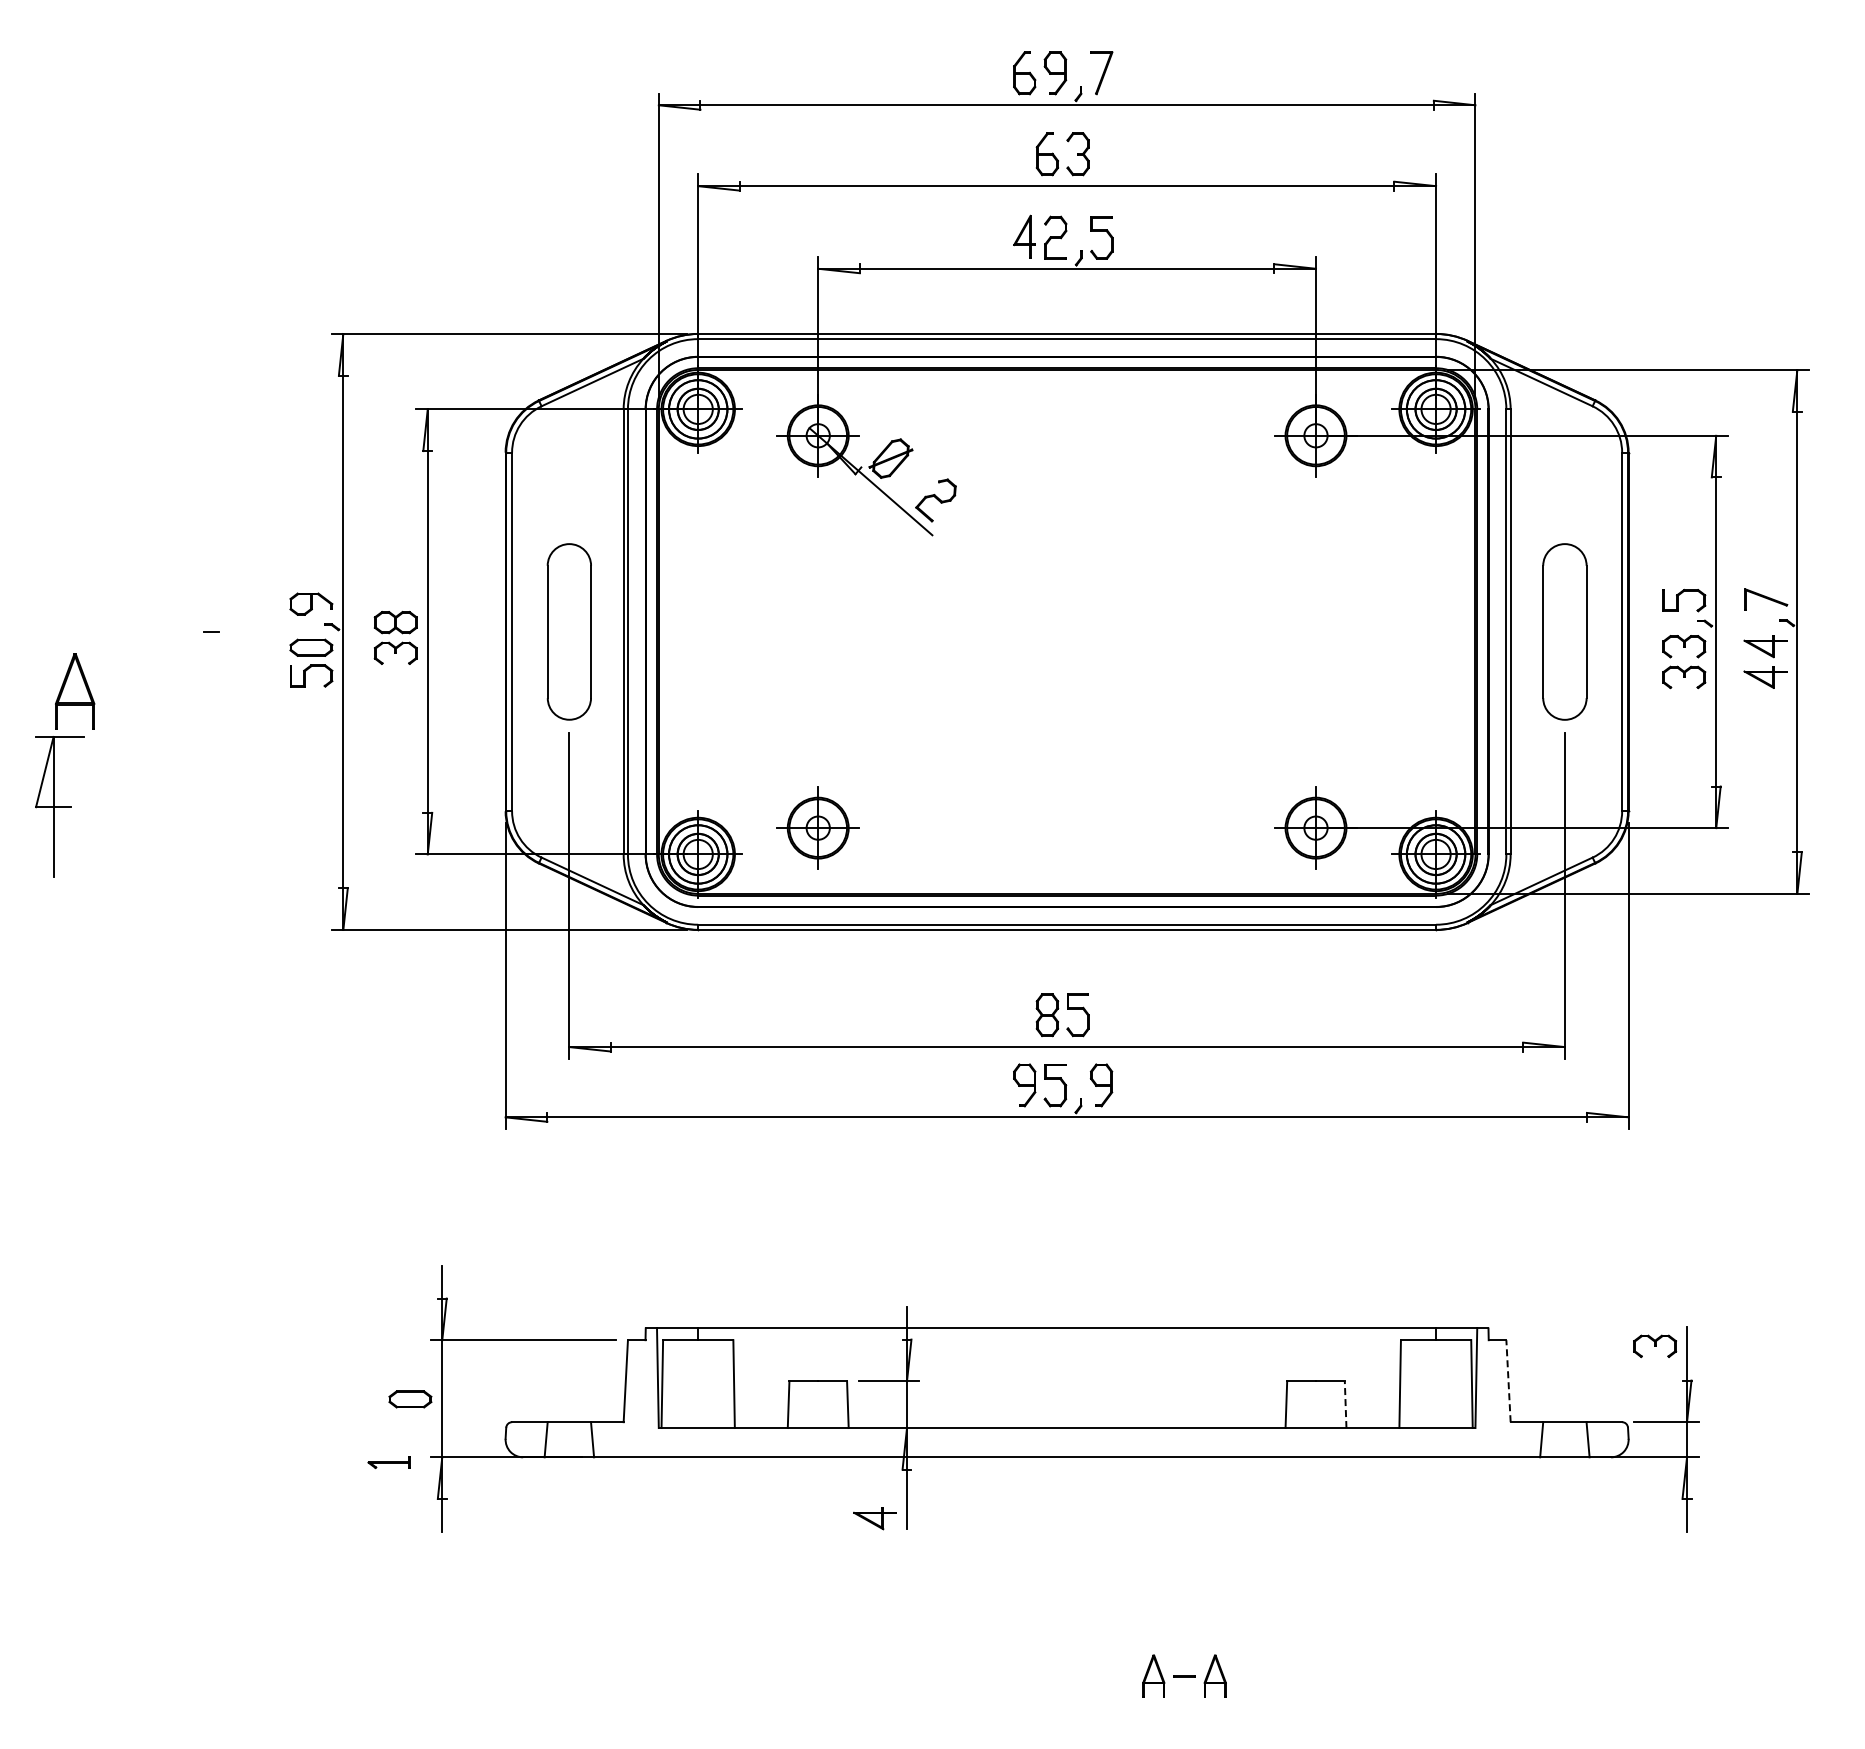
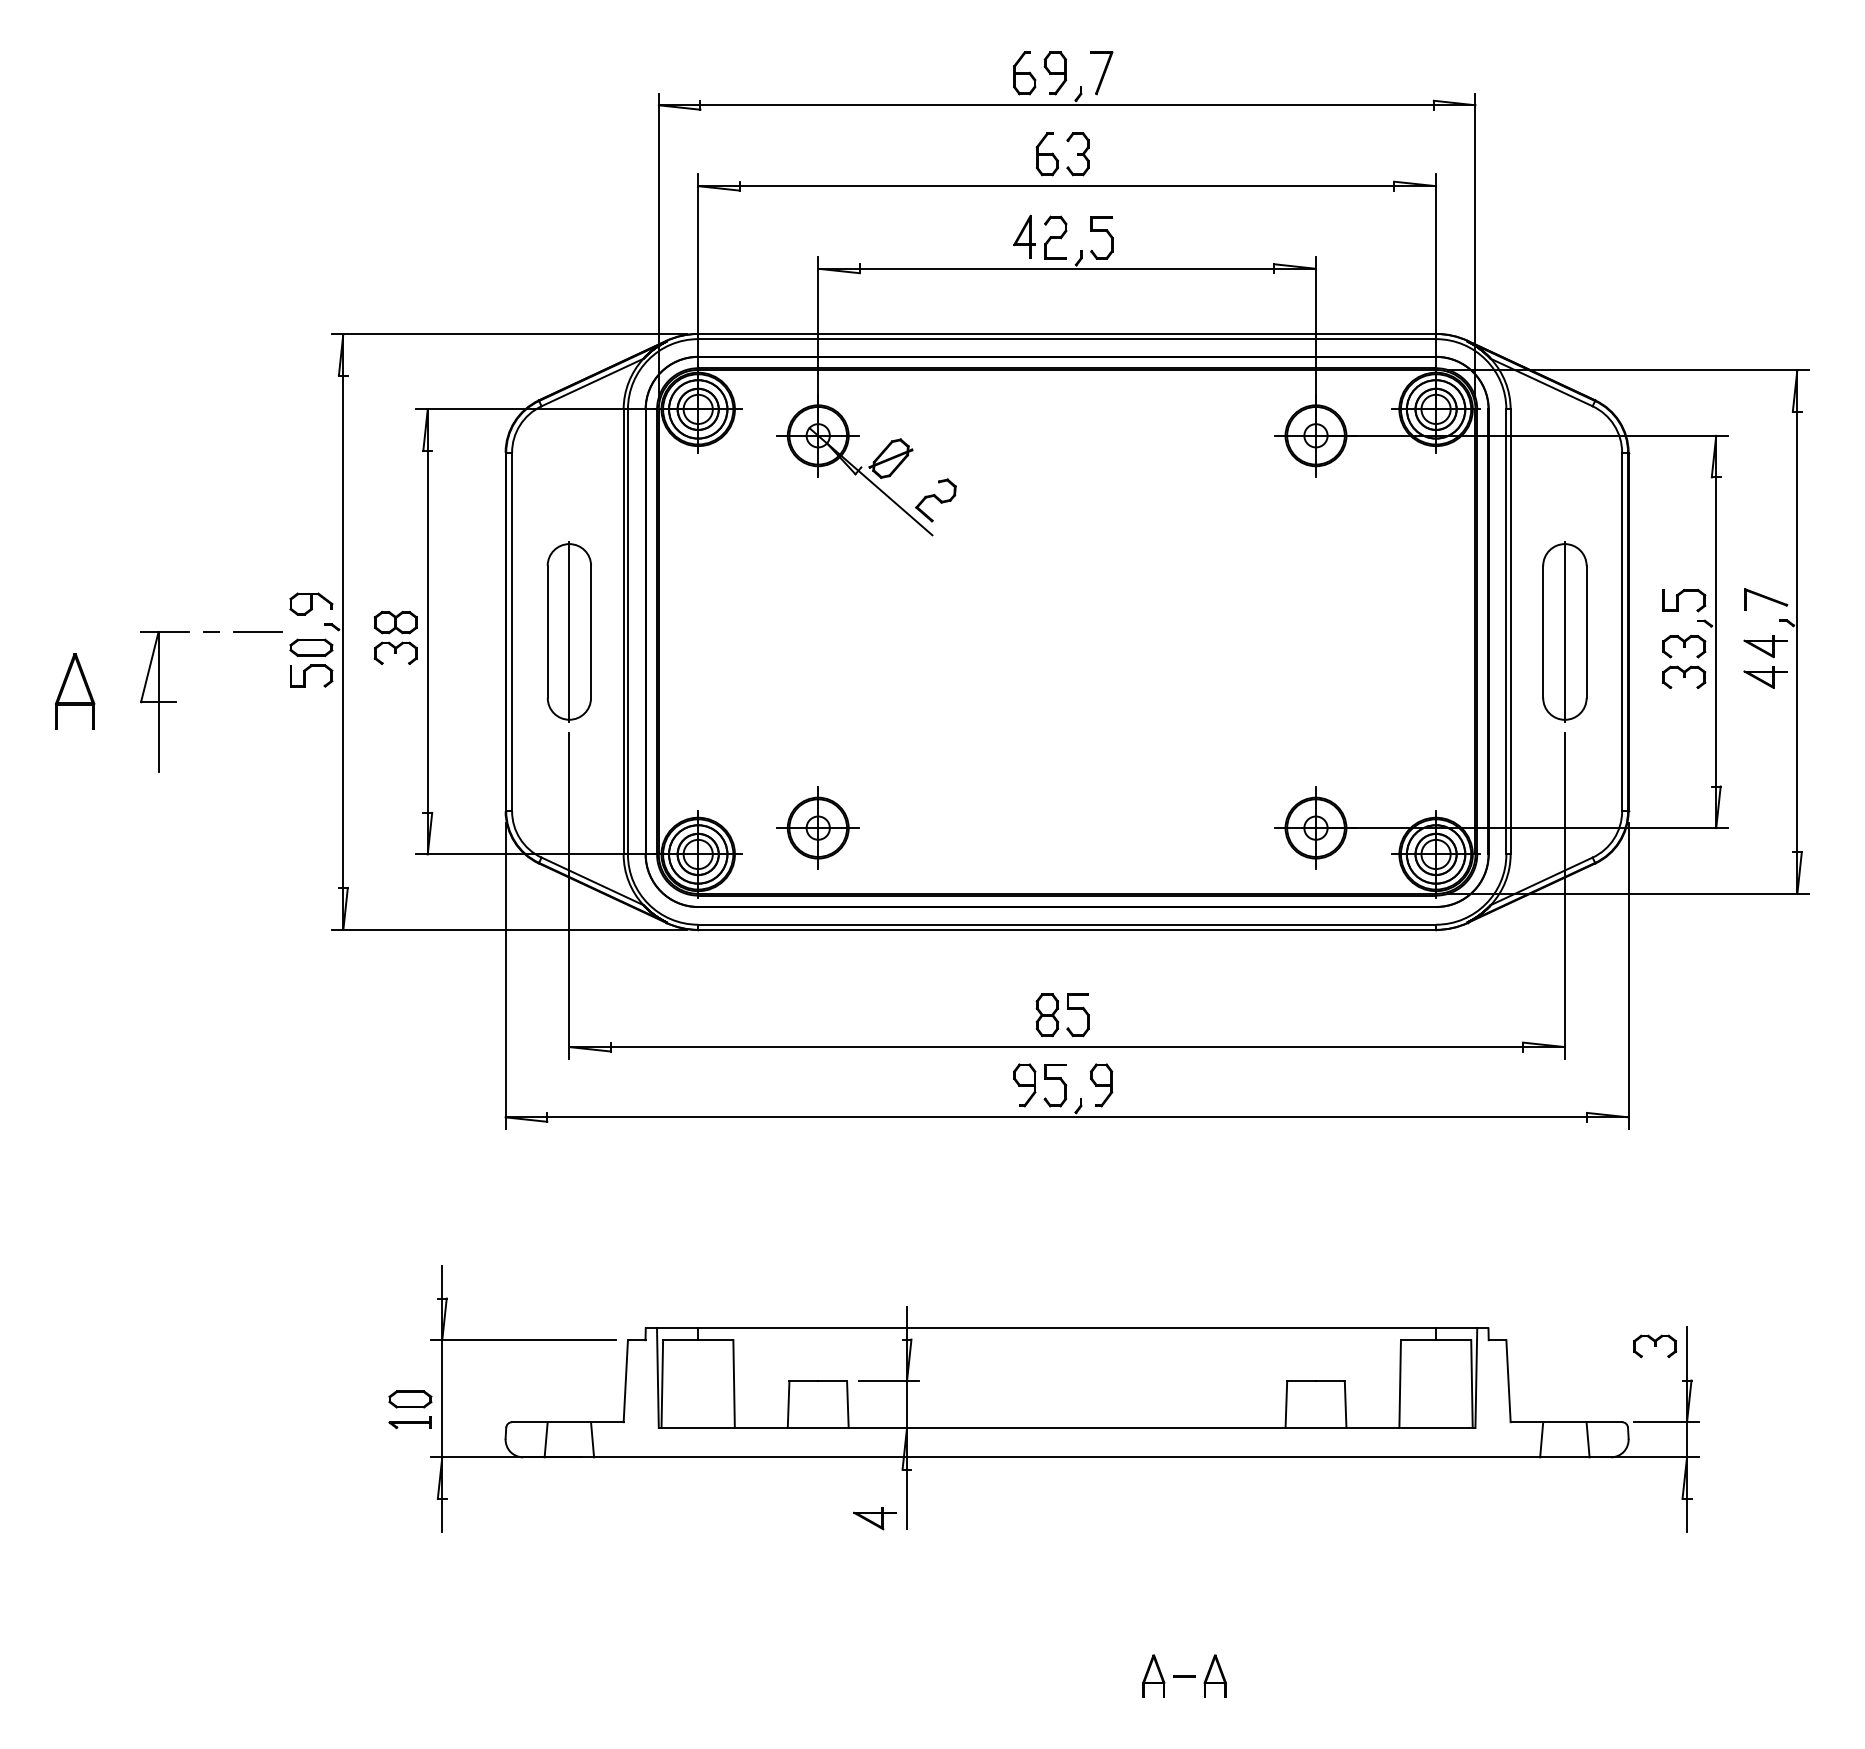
line at (257, 631): none -> present
line at (569, 631): none -> present
line at (1564, 631): none -> present
part at (59, 806) position: (59, 806) -> (164, 701)
line at (1508, 1380): dashed -> solid
line at (1345, 1404): dashed -> solid
part at (388, 1462) position: (388, 1462) -> (409, 1422)
